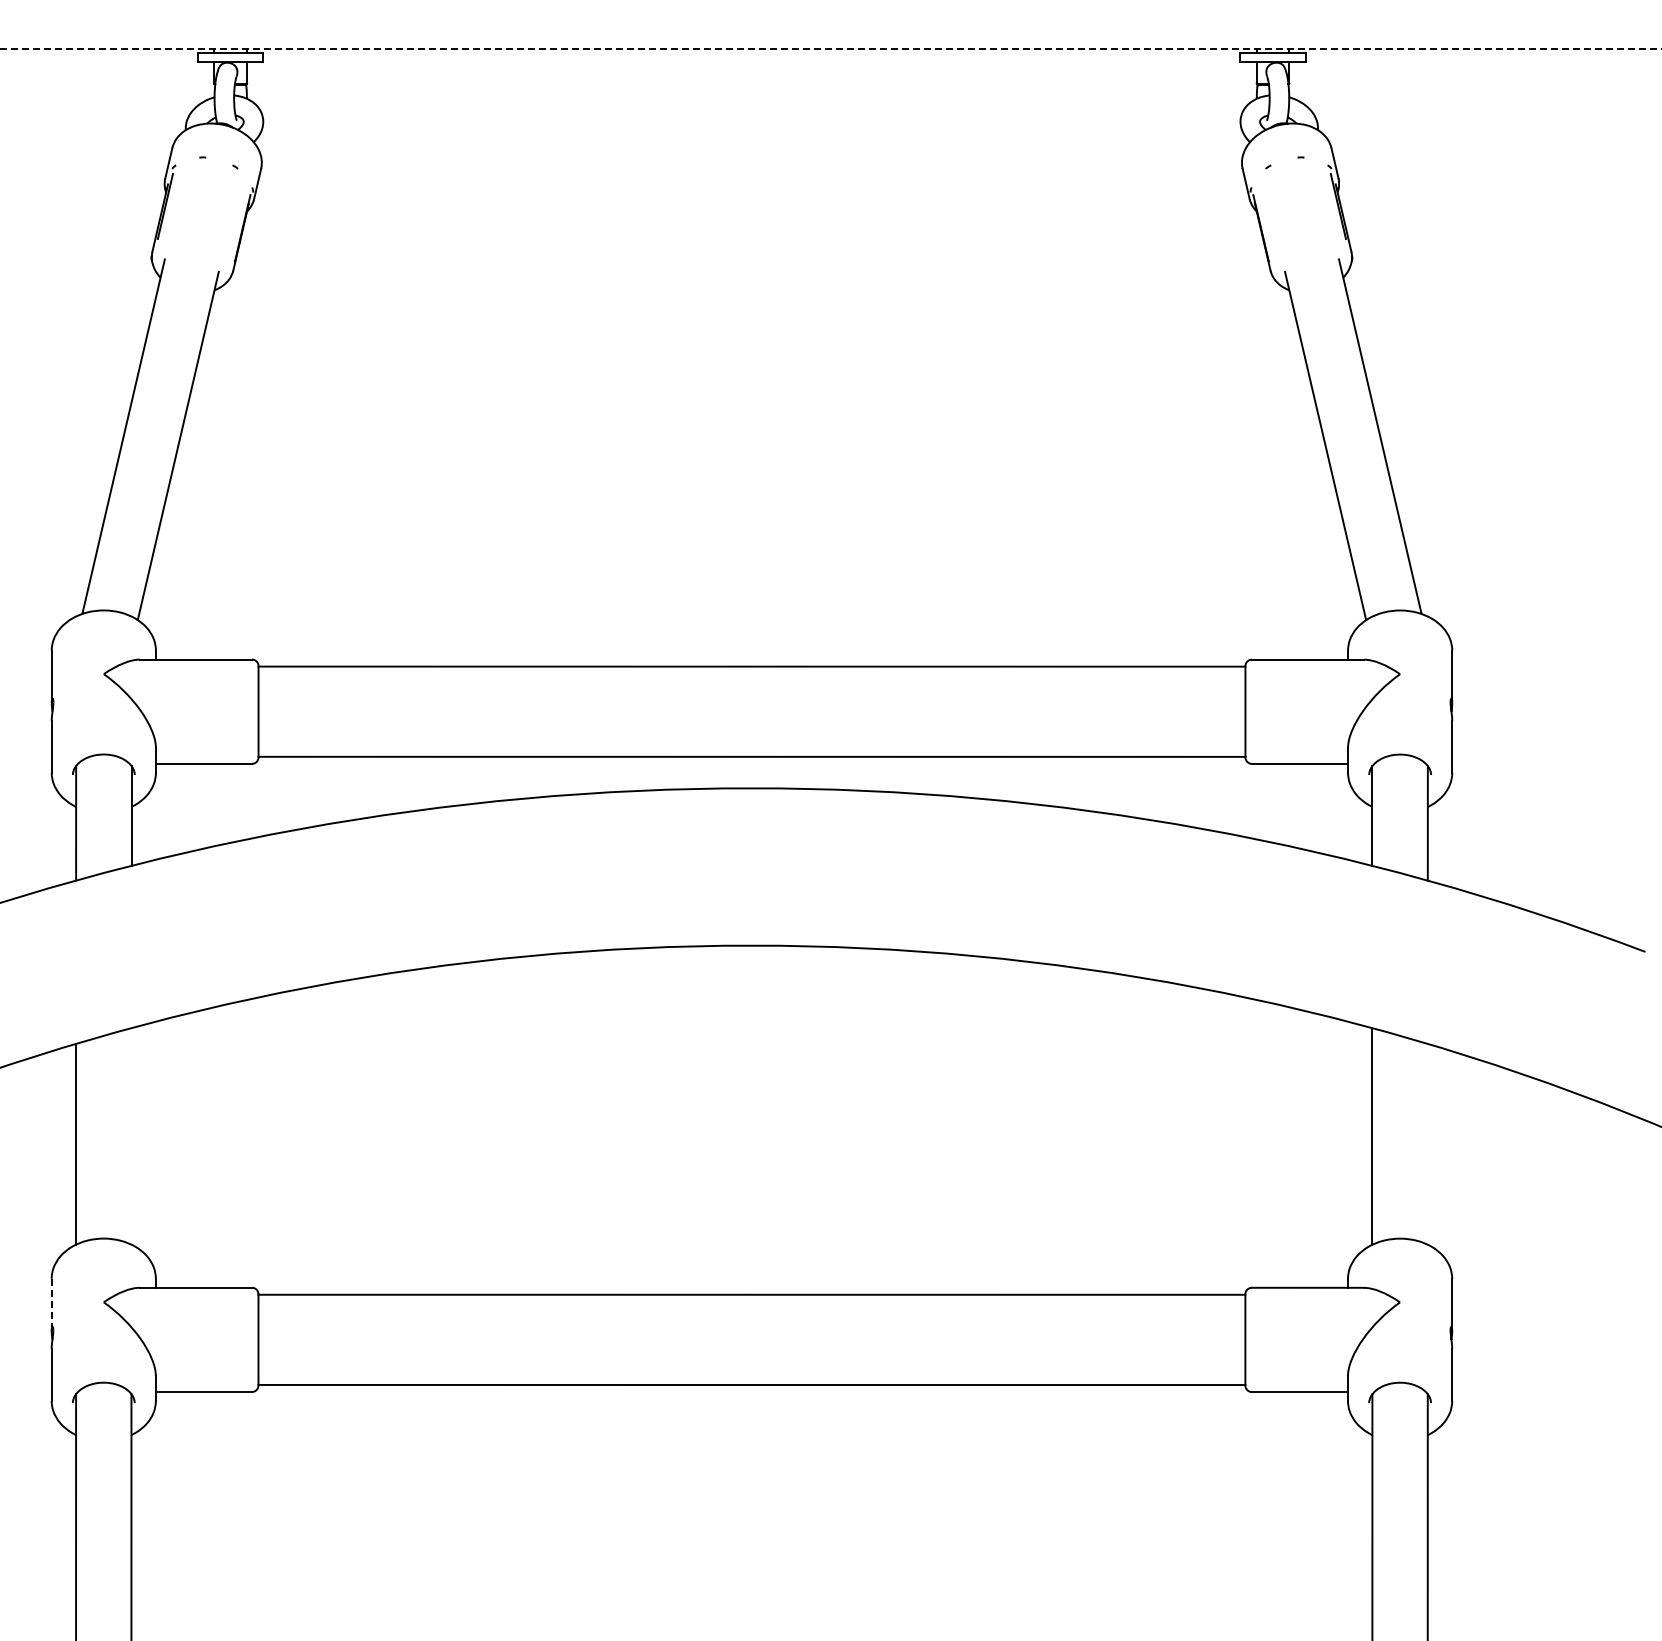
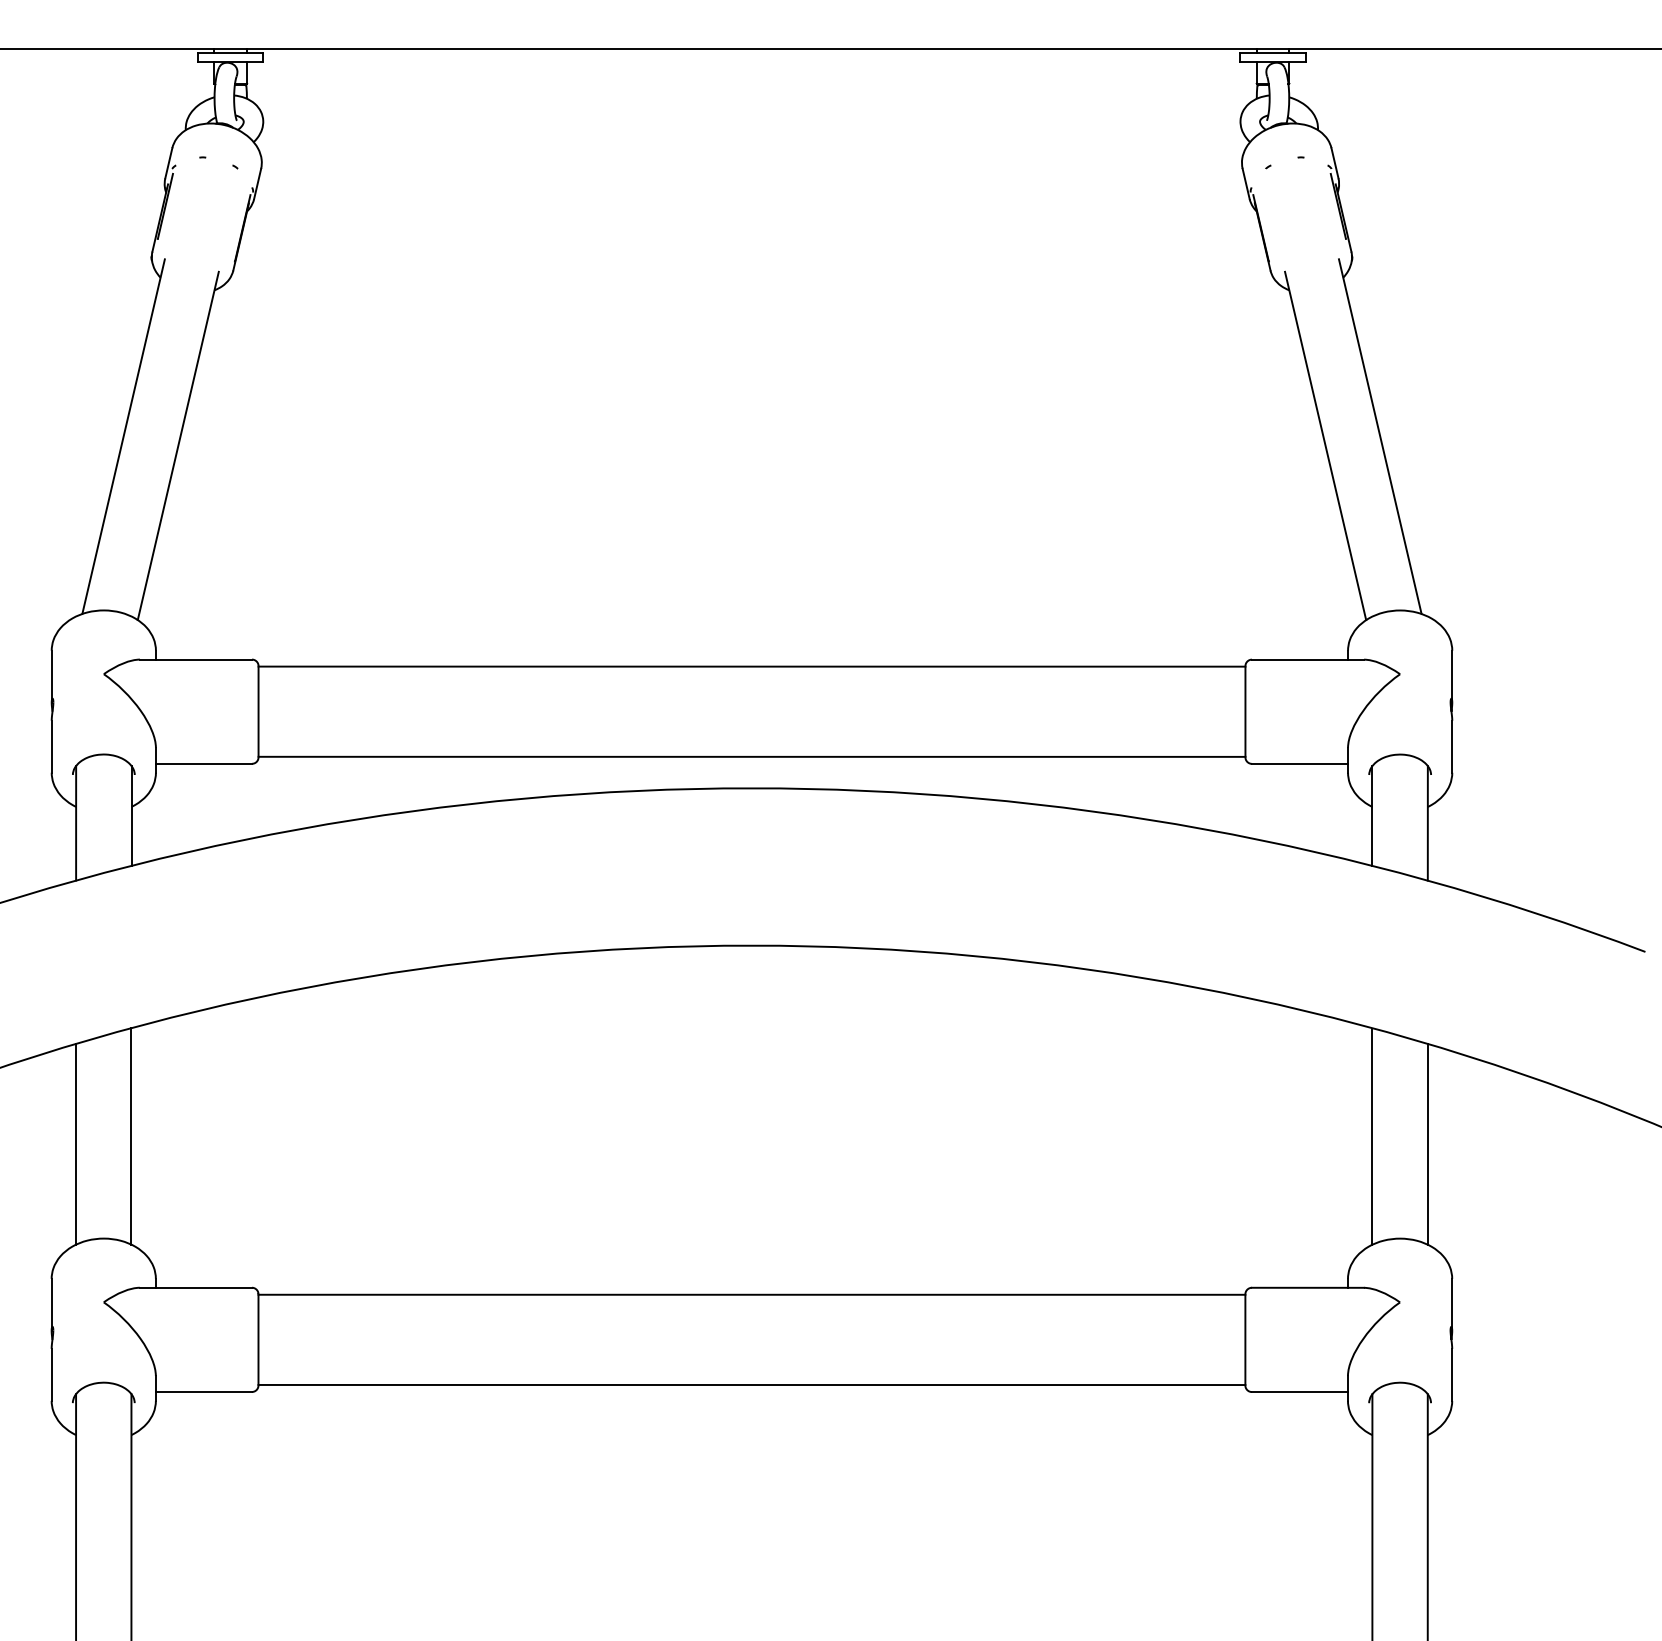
line at (831, 49): dashed -> solid
line at (131, 1136): none -> present
line at (1427, 1144): none -> present
line at (51, 1304): dashed -> solid
